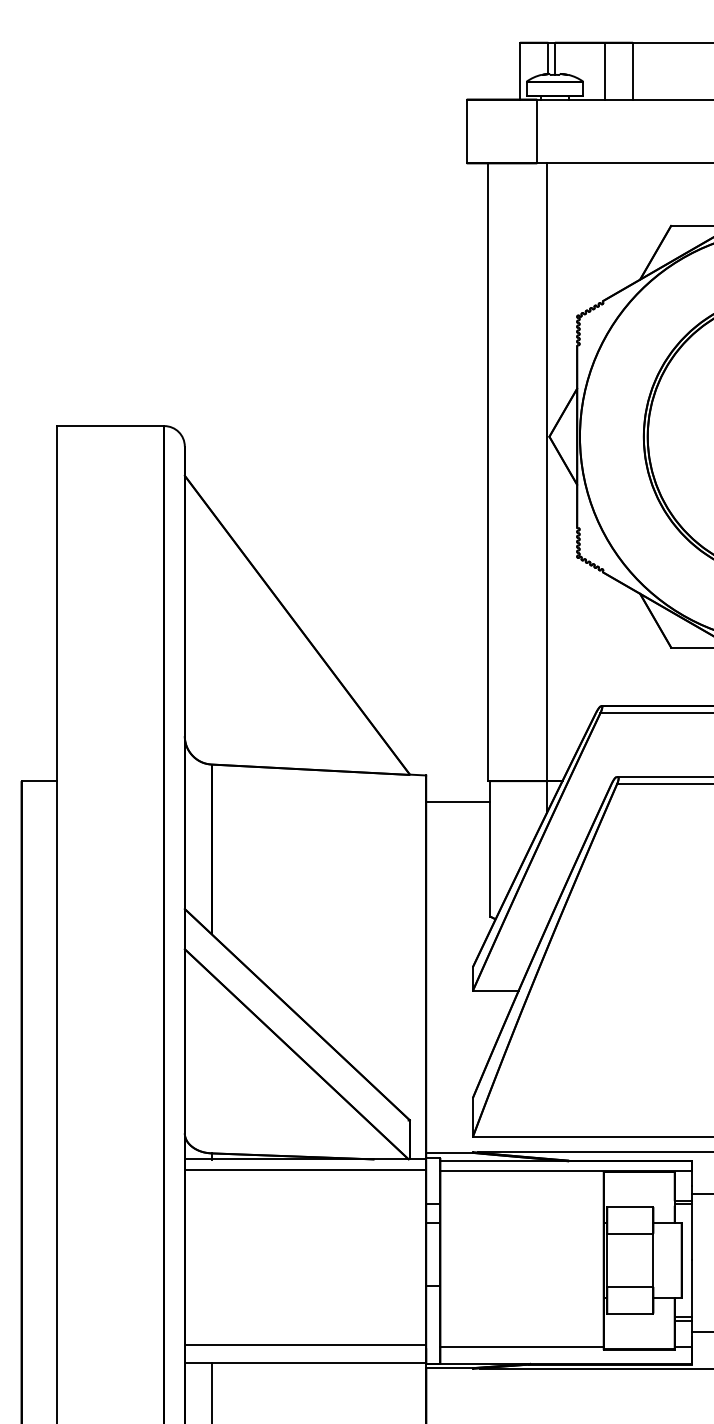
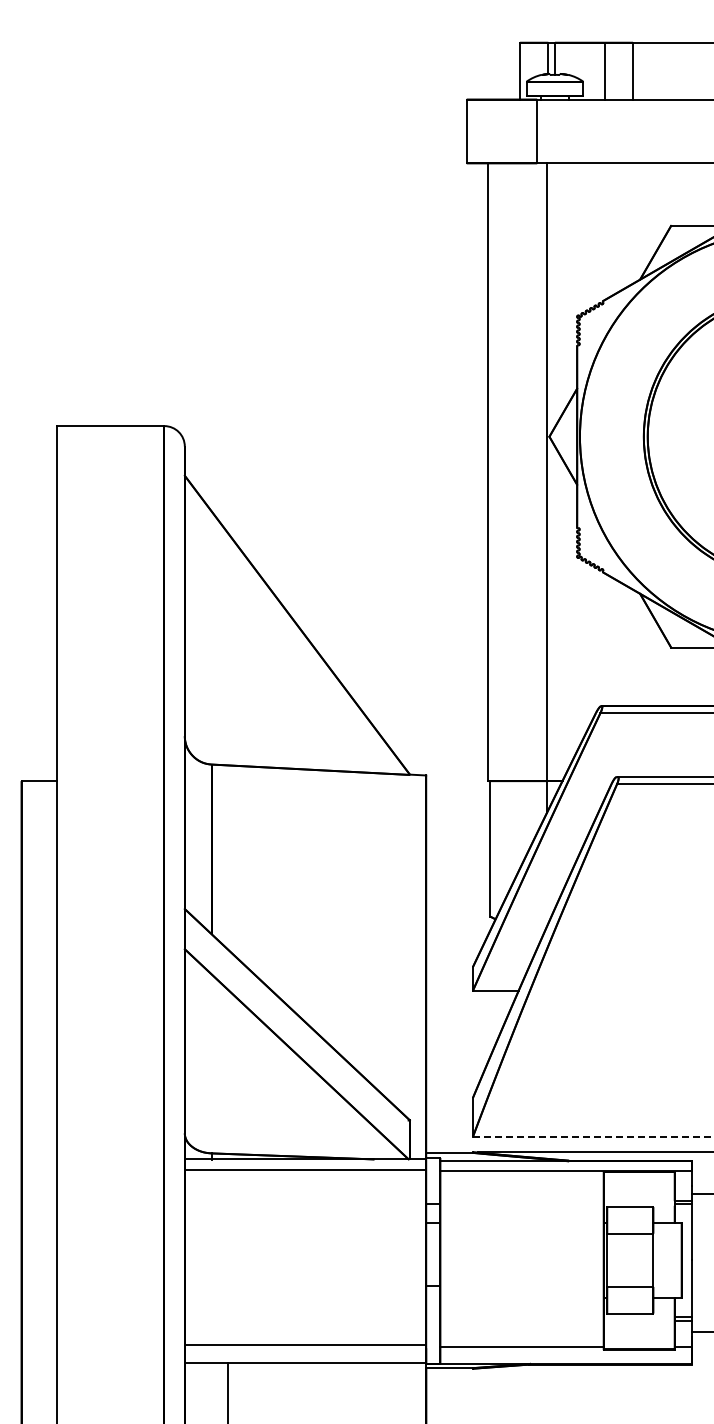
line at (458, 802): present -> none
line at (593, 1136): solid -> dashed
line at (594, 1368): present -> none
line at (211, 1391) position: (211, 1391) -> (227, 1391)
